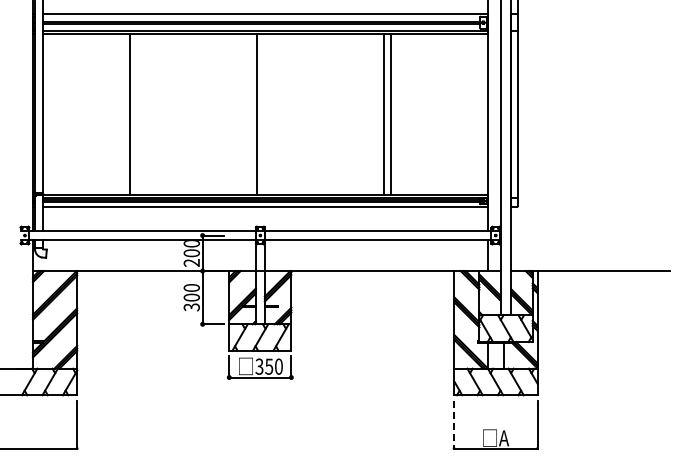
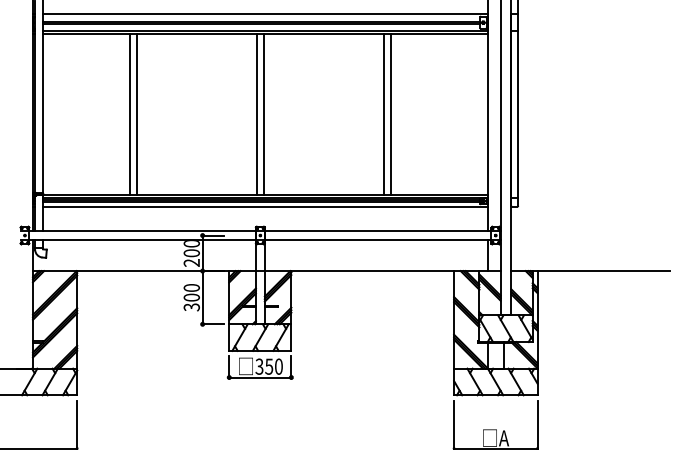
line at (136, 114): none -> present
line at (263, 114): none -> present
line at (454, 424): dashed -> solid
